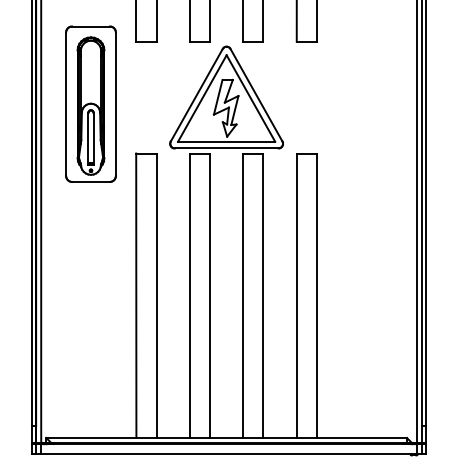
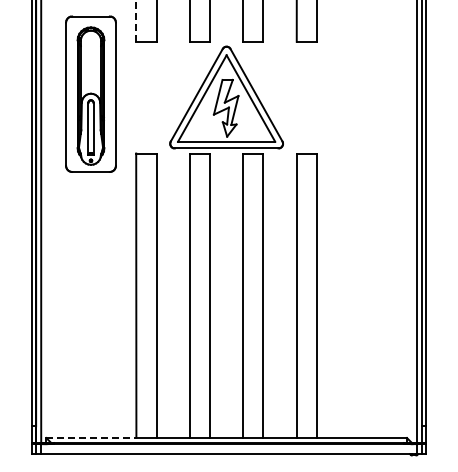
line at (136, 20): solid -> dashed
part at (90, 103) position: (90, 103) -> (90, 93)
line at (91, 438): solid -> dashed
